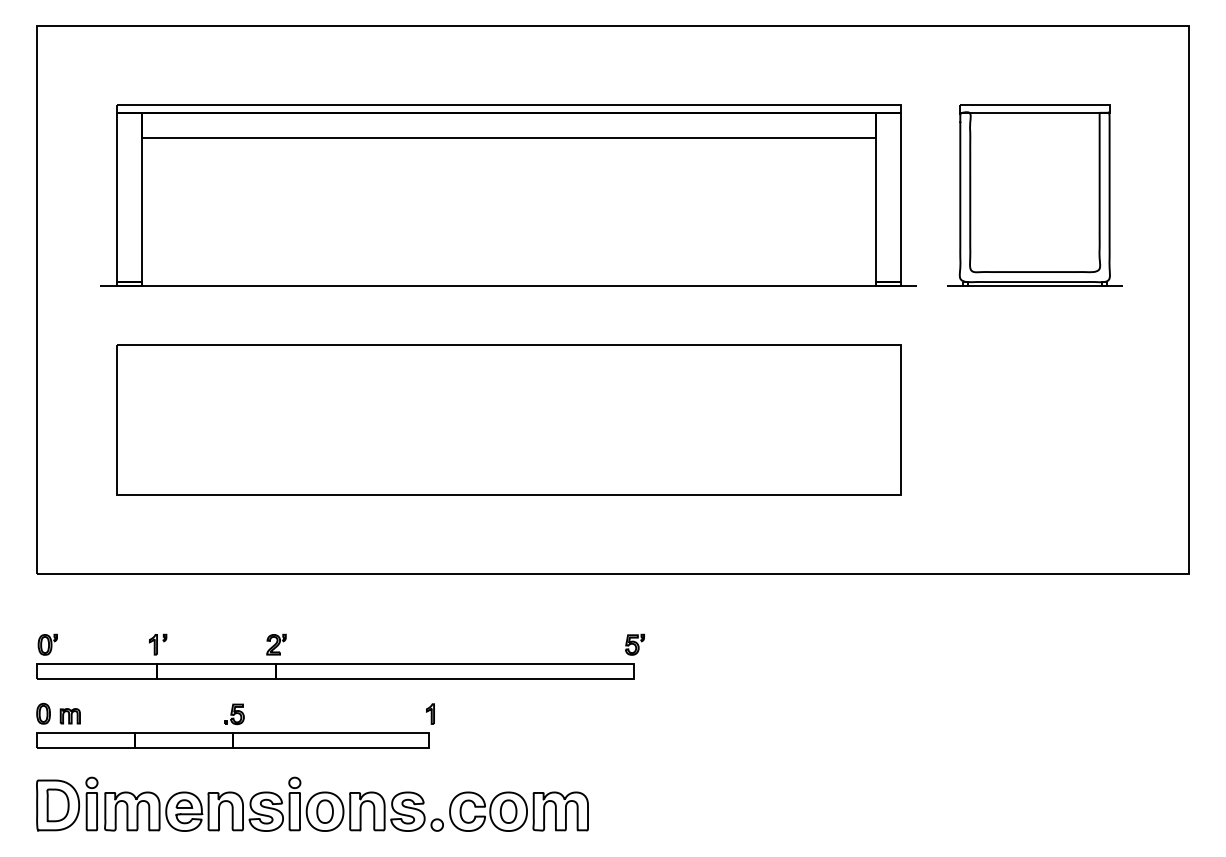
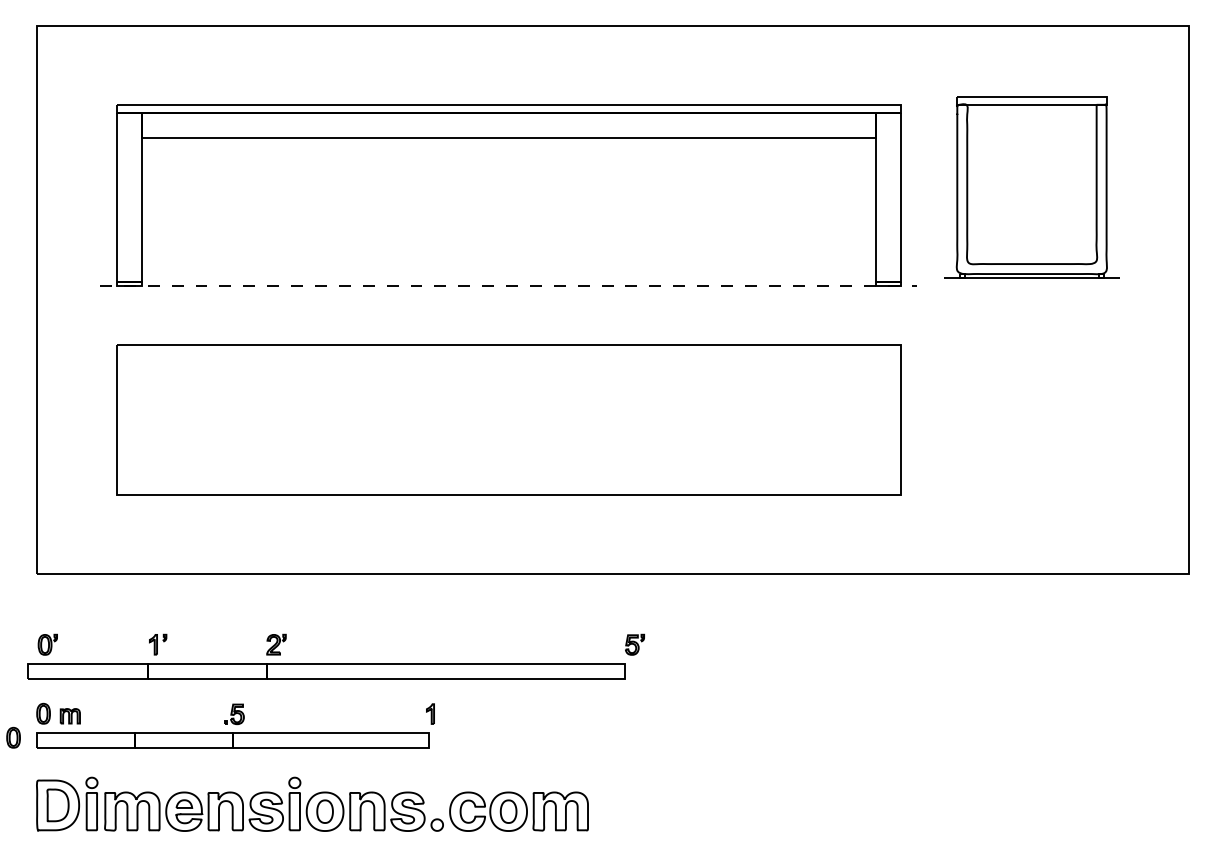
part at (1034, 195) position: (1034, 195) -> (1031, 187)
line at (508, 285): solid -> dashed
part at (335, 671) position: (335, 671) -> (326, 671)
part at (13, 737): none -> present
